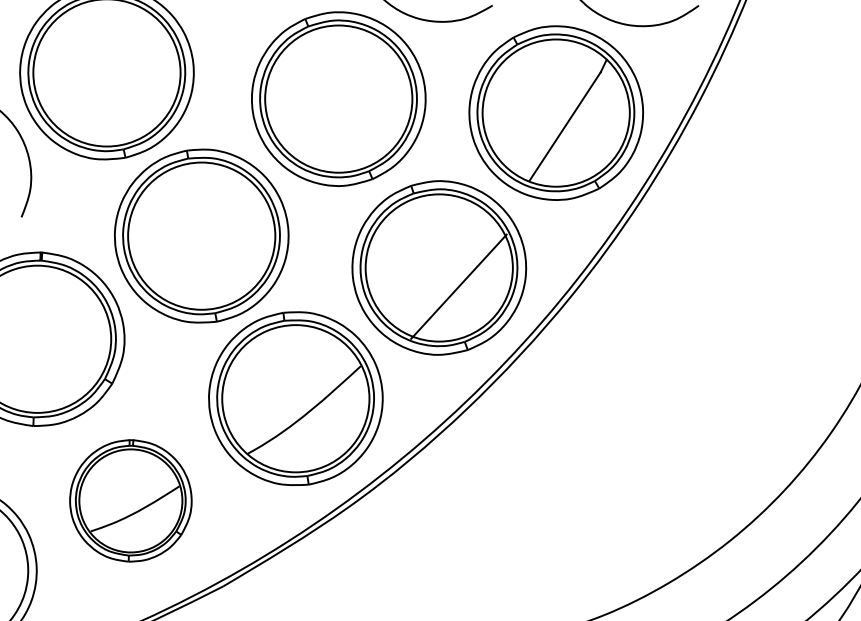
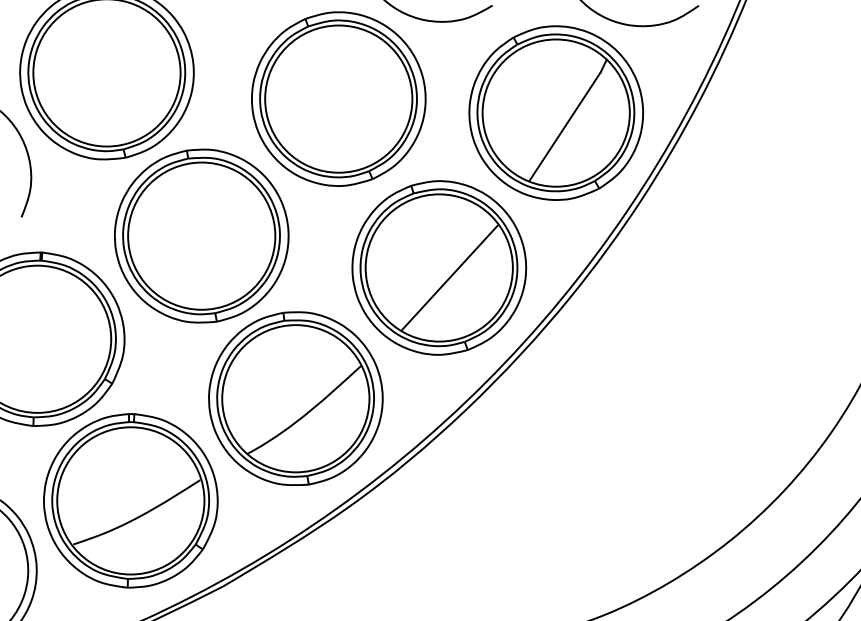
line at (458, 286) position: (458, 286) -> (449, 277)
part at (130, 500) size: 124x124 px -> 176x176 px
